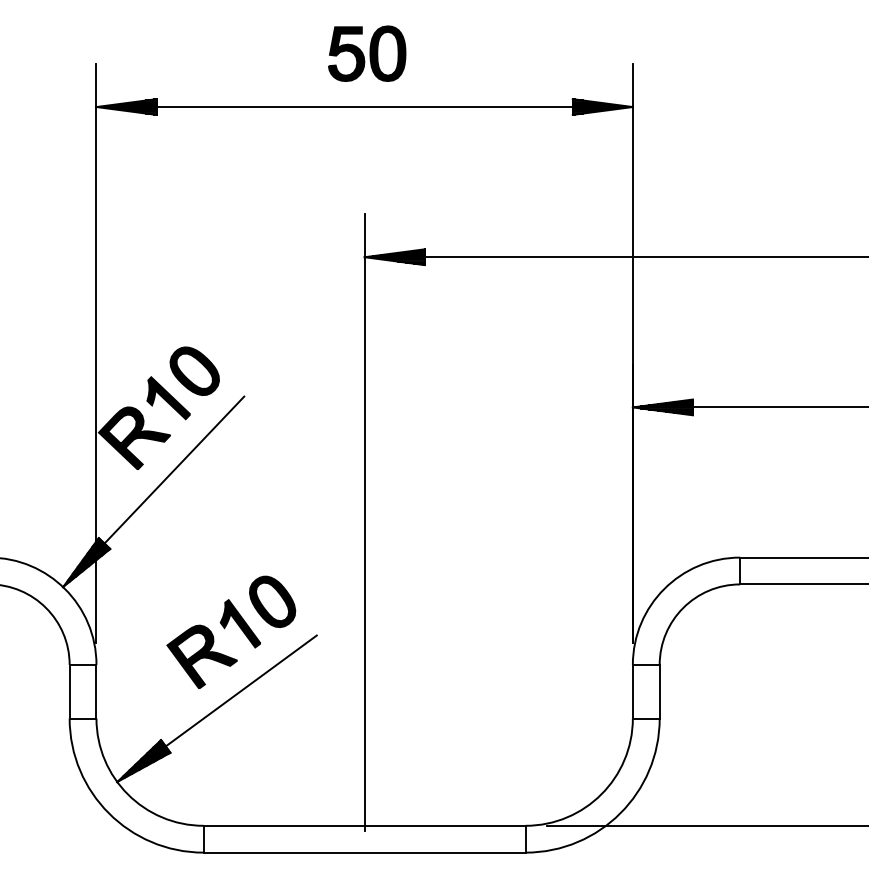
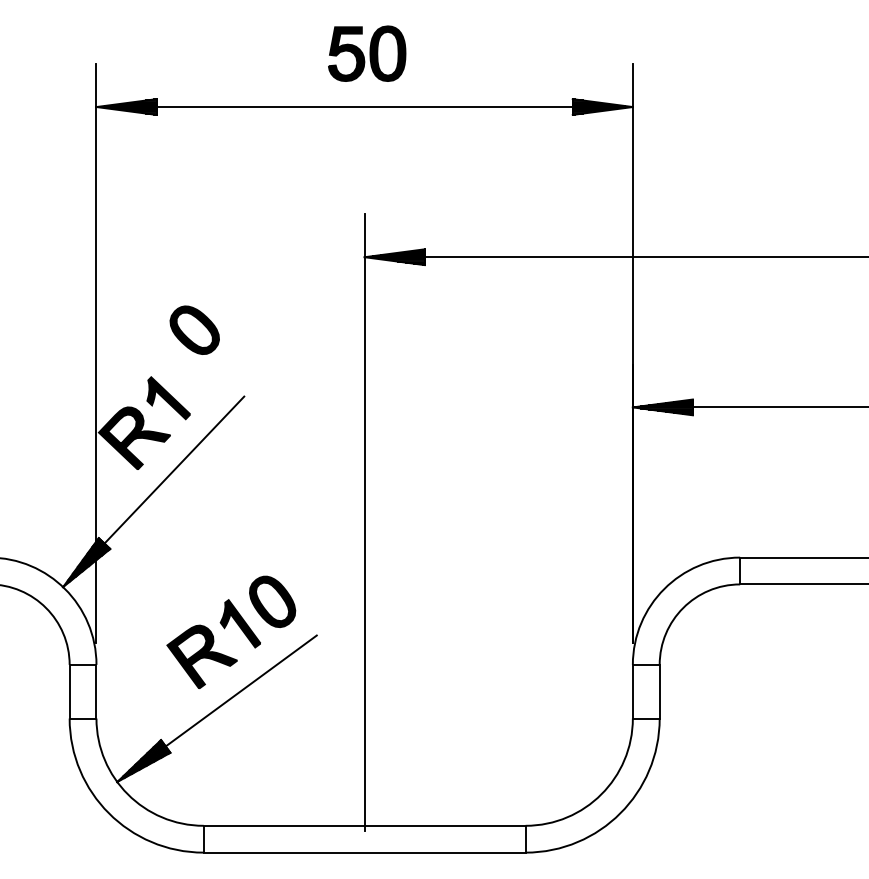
part at (194, 370) position: (194, 370) -> (194, 329)
line at (706, 825): present -> none
